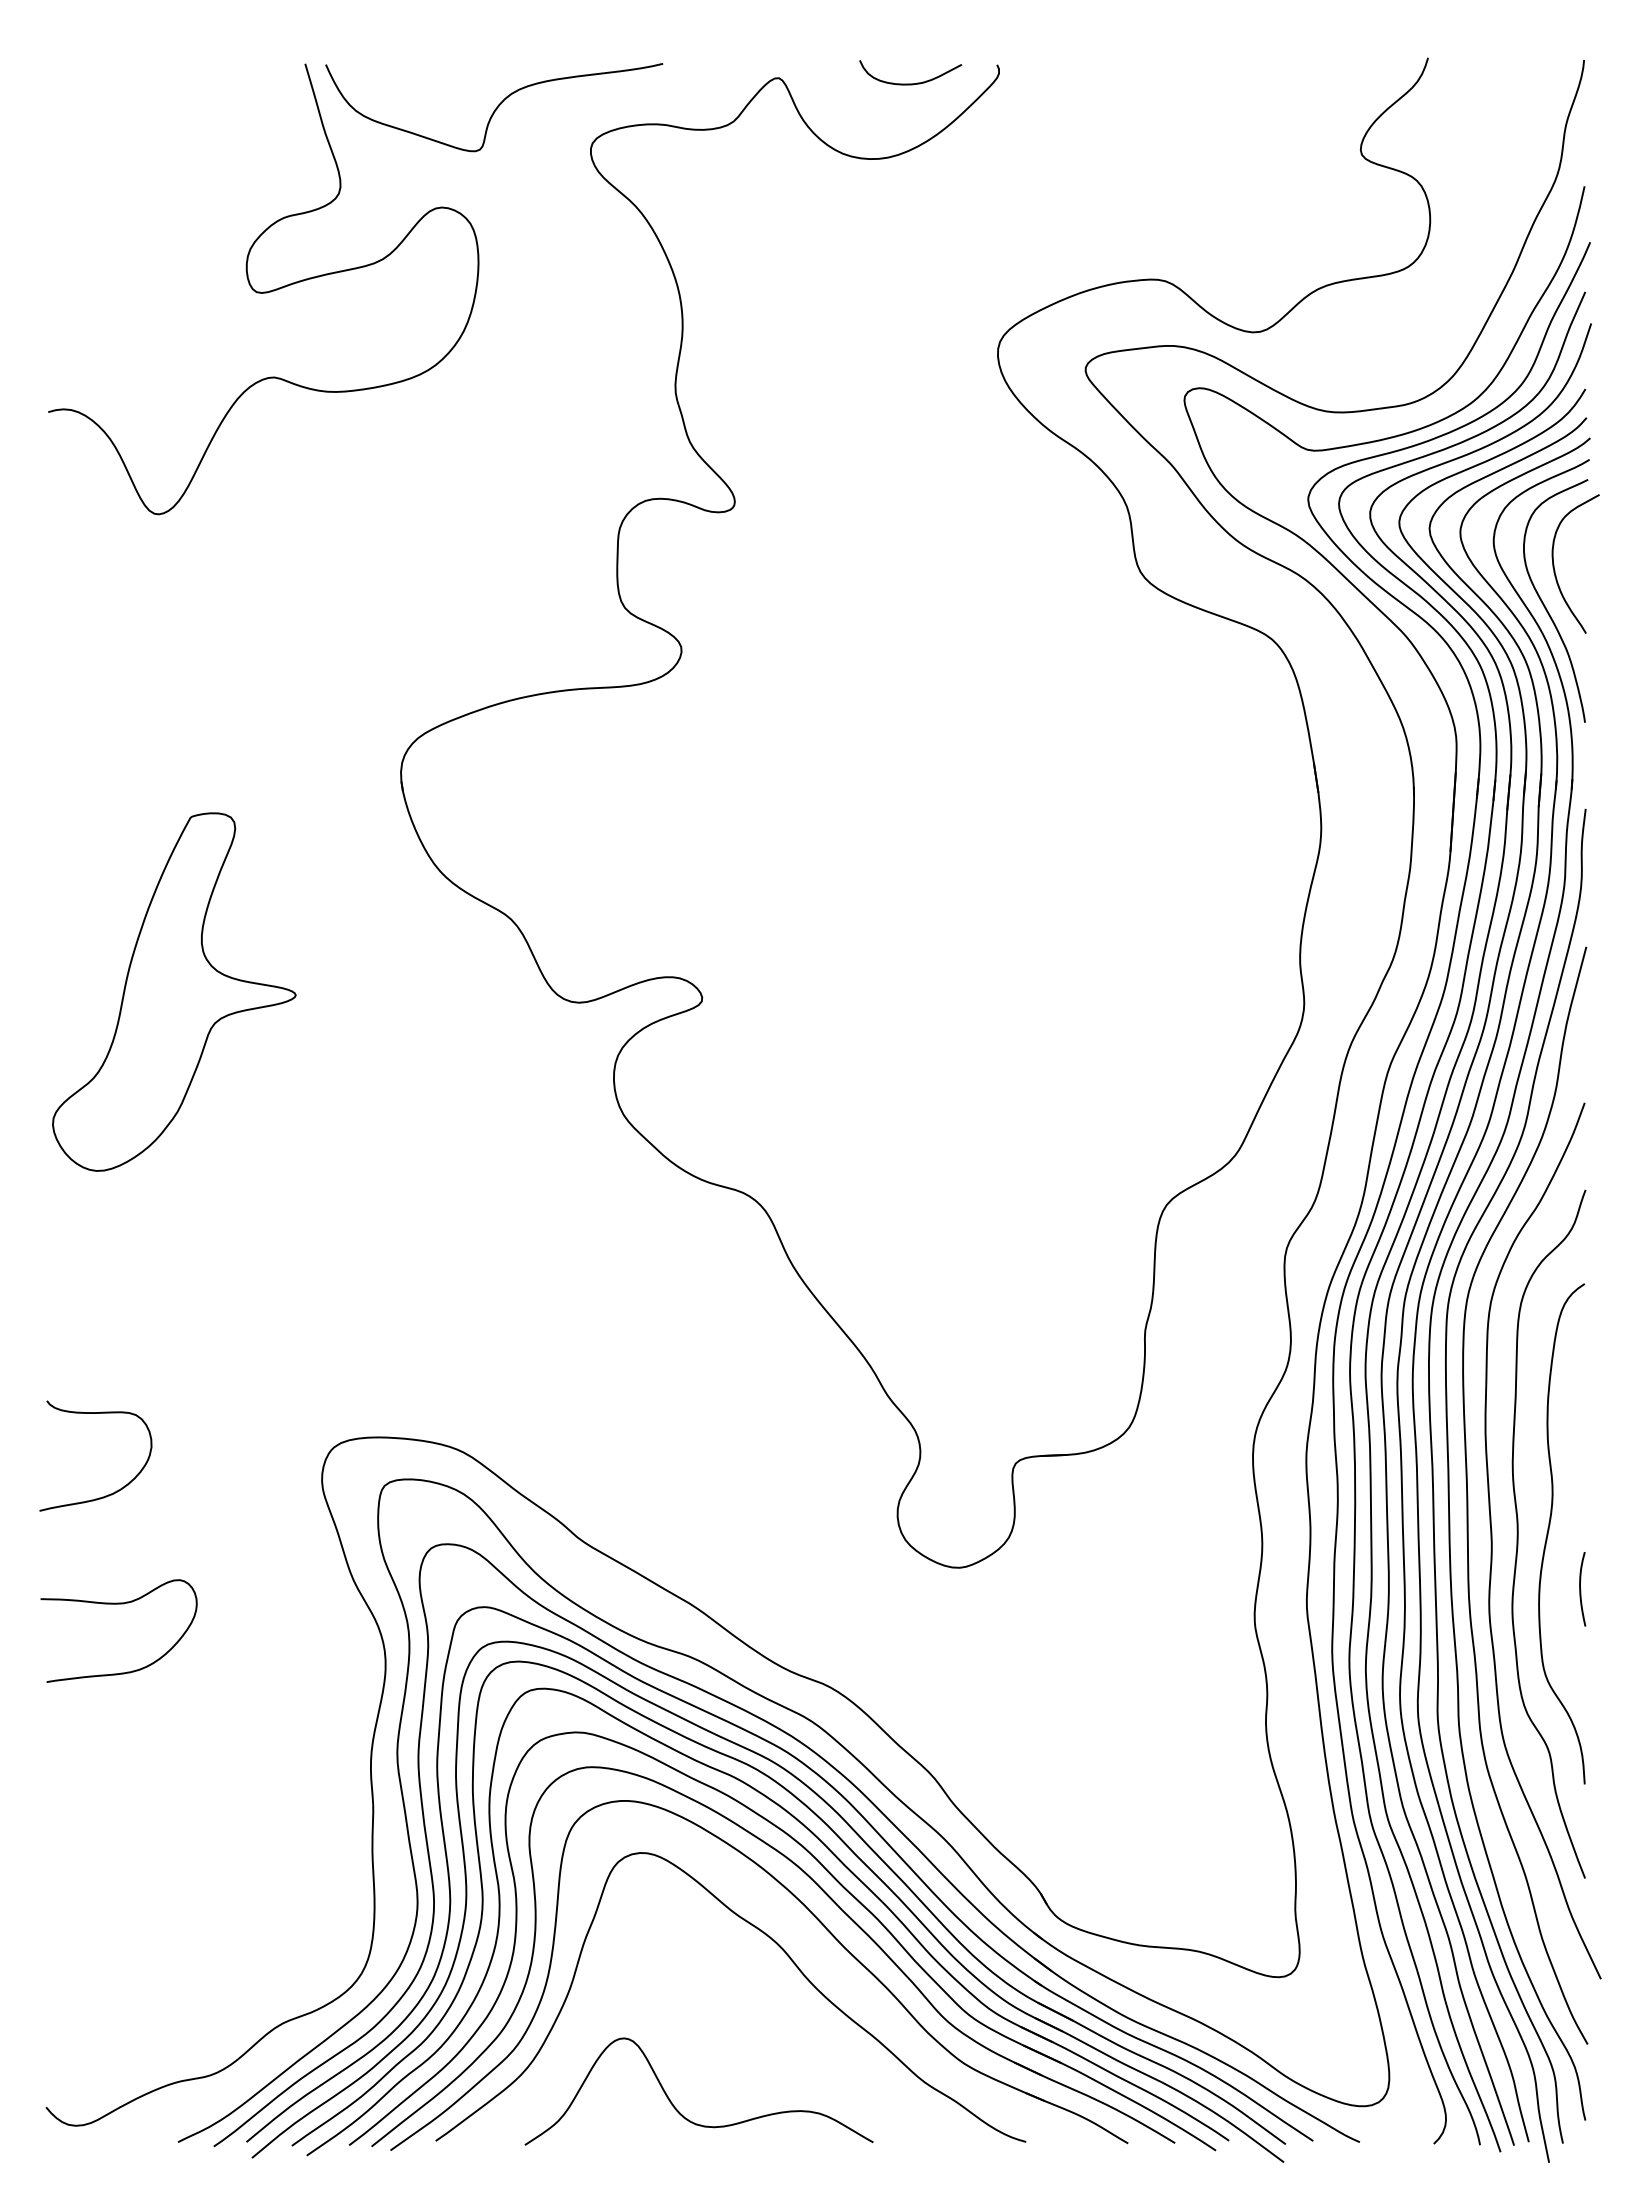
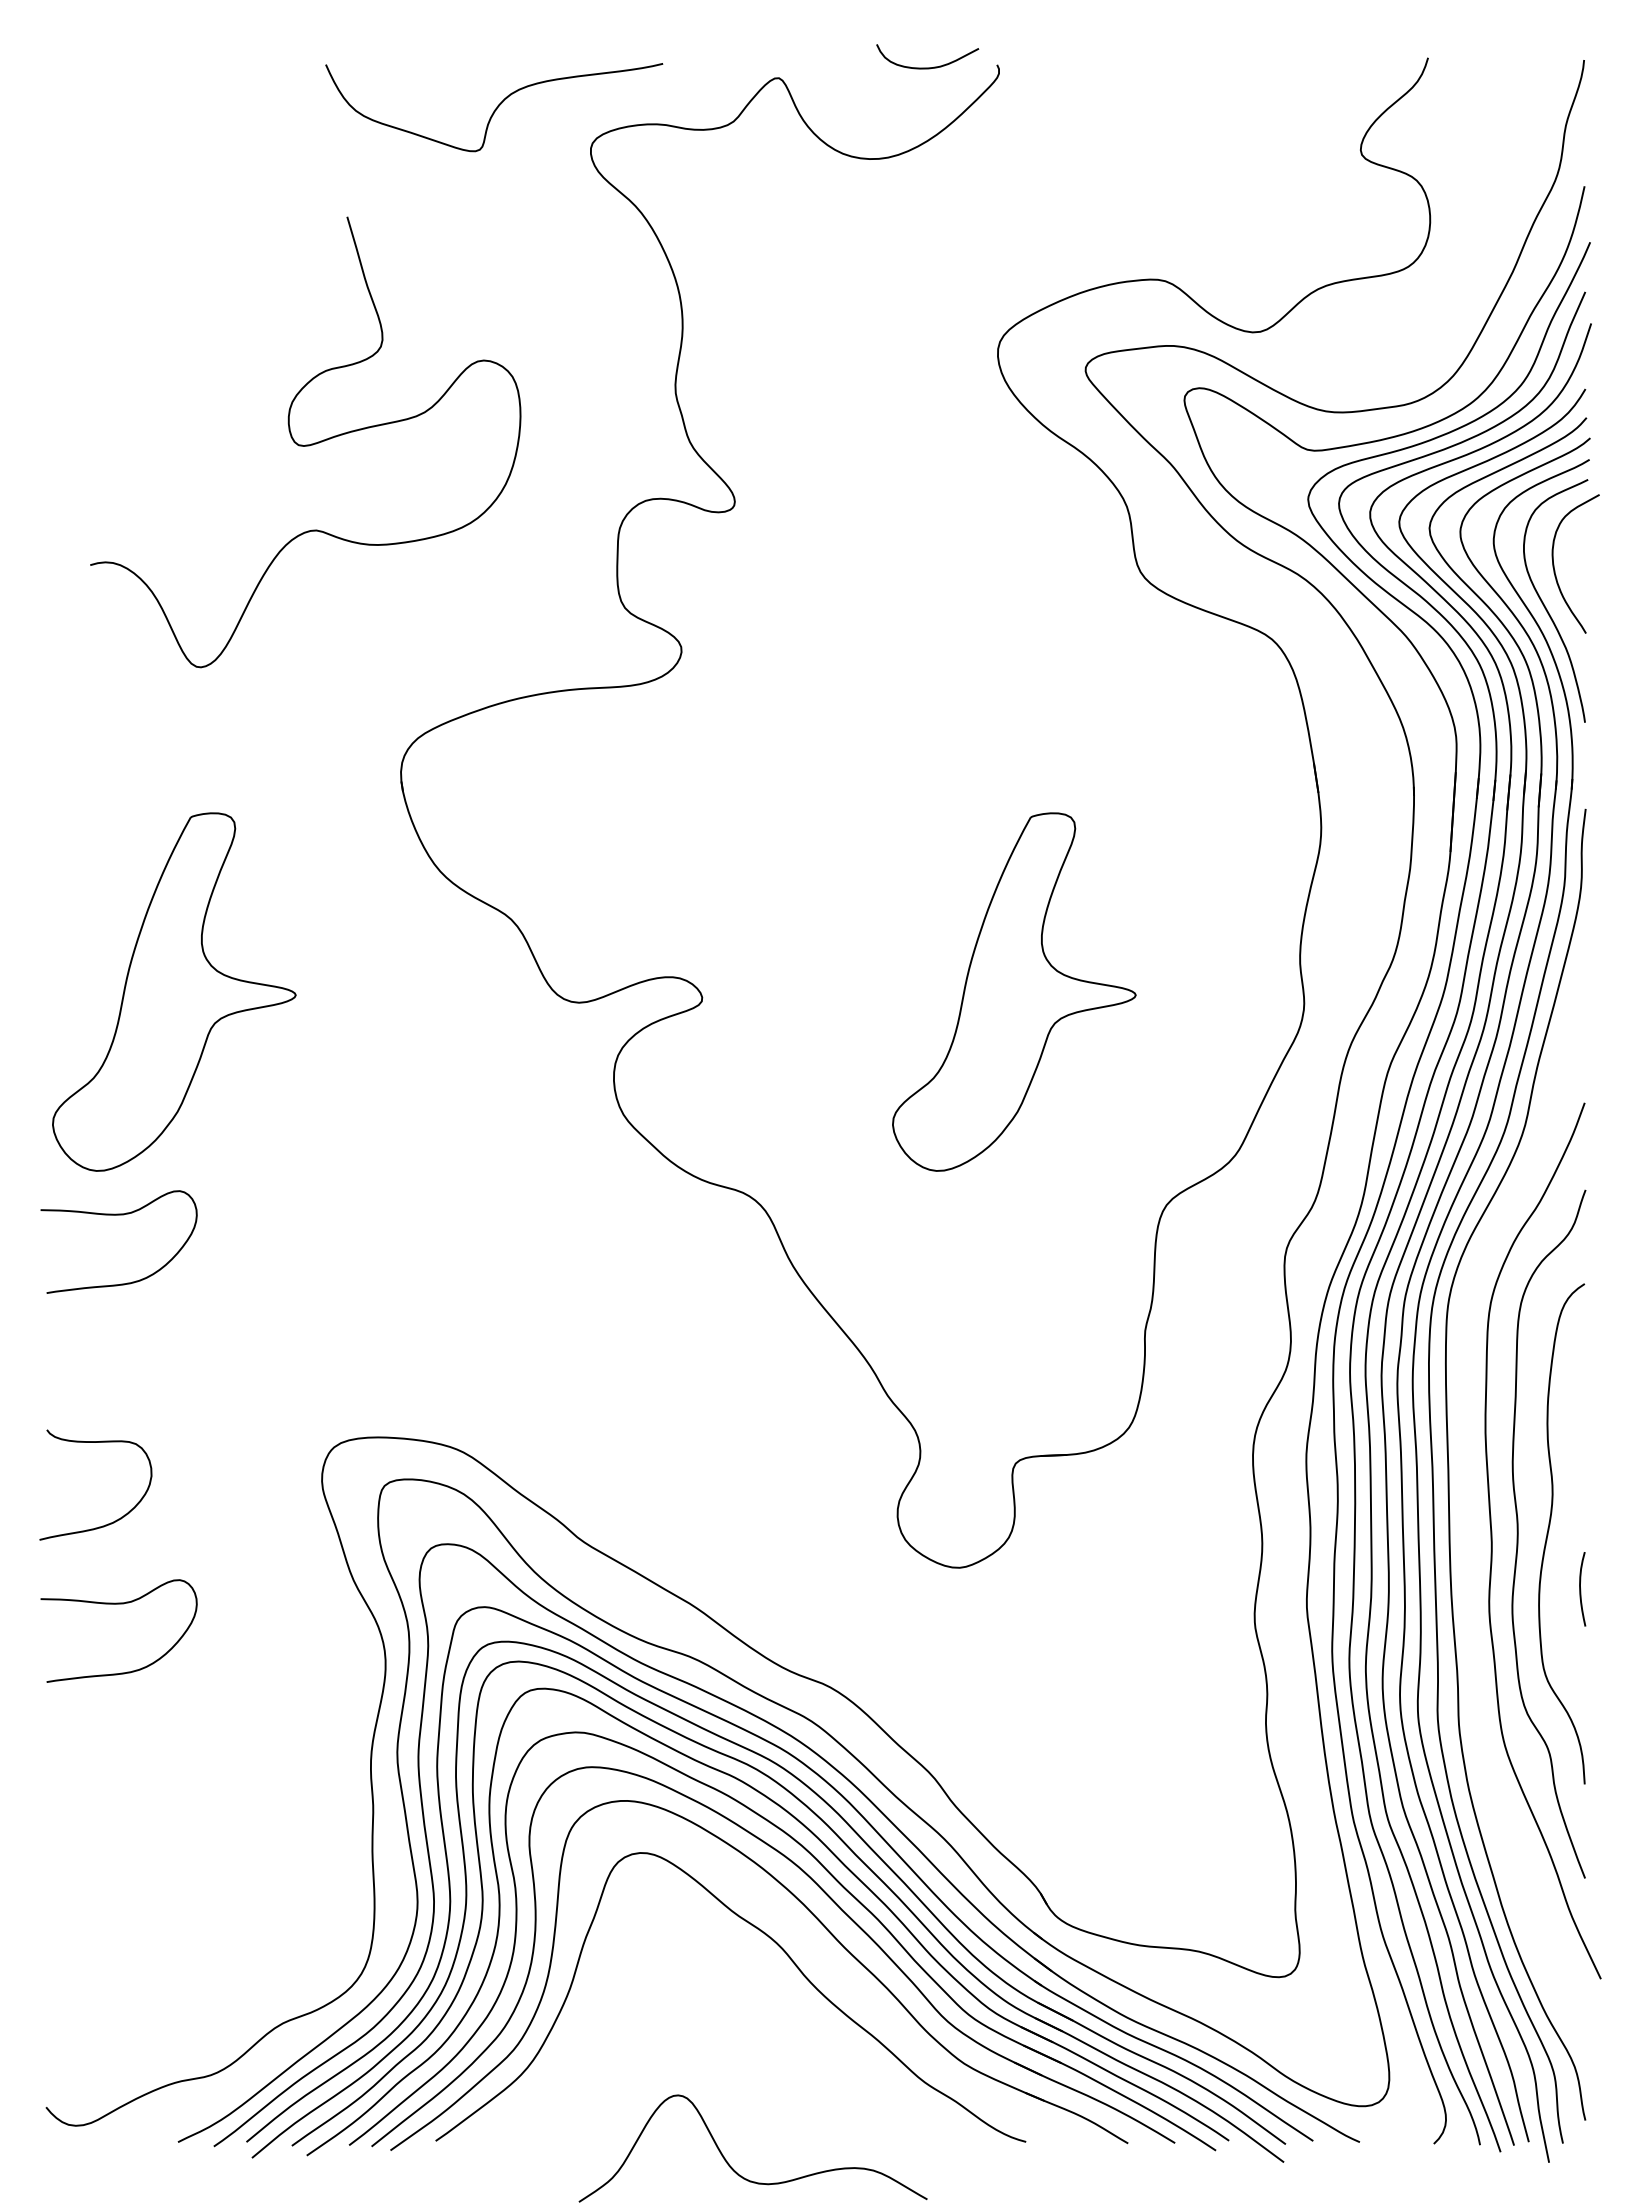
curve at (910, 83) position: (910, 83) -> (927, 67)
curve at (263, 291) position: (263, 291) -> (305, 444)
part at (1014, 991): none -> present
curve at (118, 1215): none -> present
curve at (116, 1490) position: (116, 1490) -> (116, 1519)
curve at (1468, 1495): present -> none
curve at (675, 2106) position: (675, 2106) -> (729, 2163)
